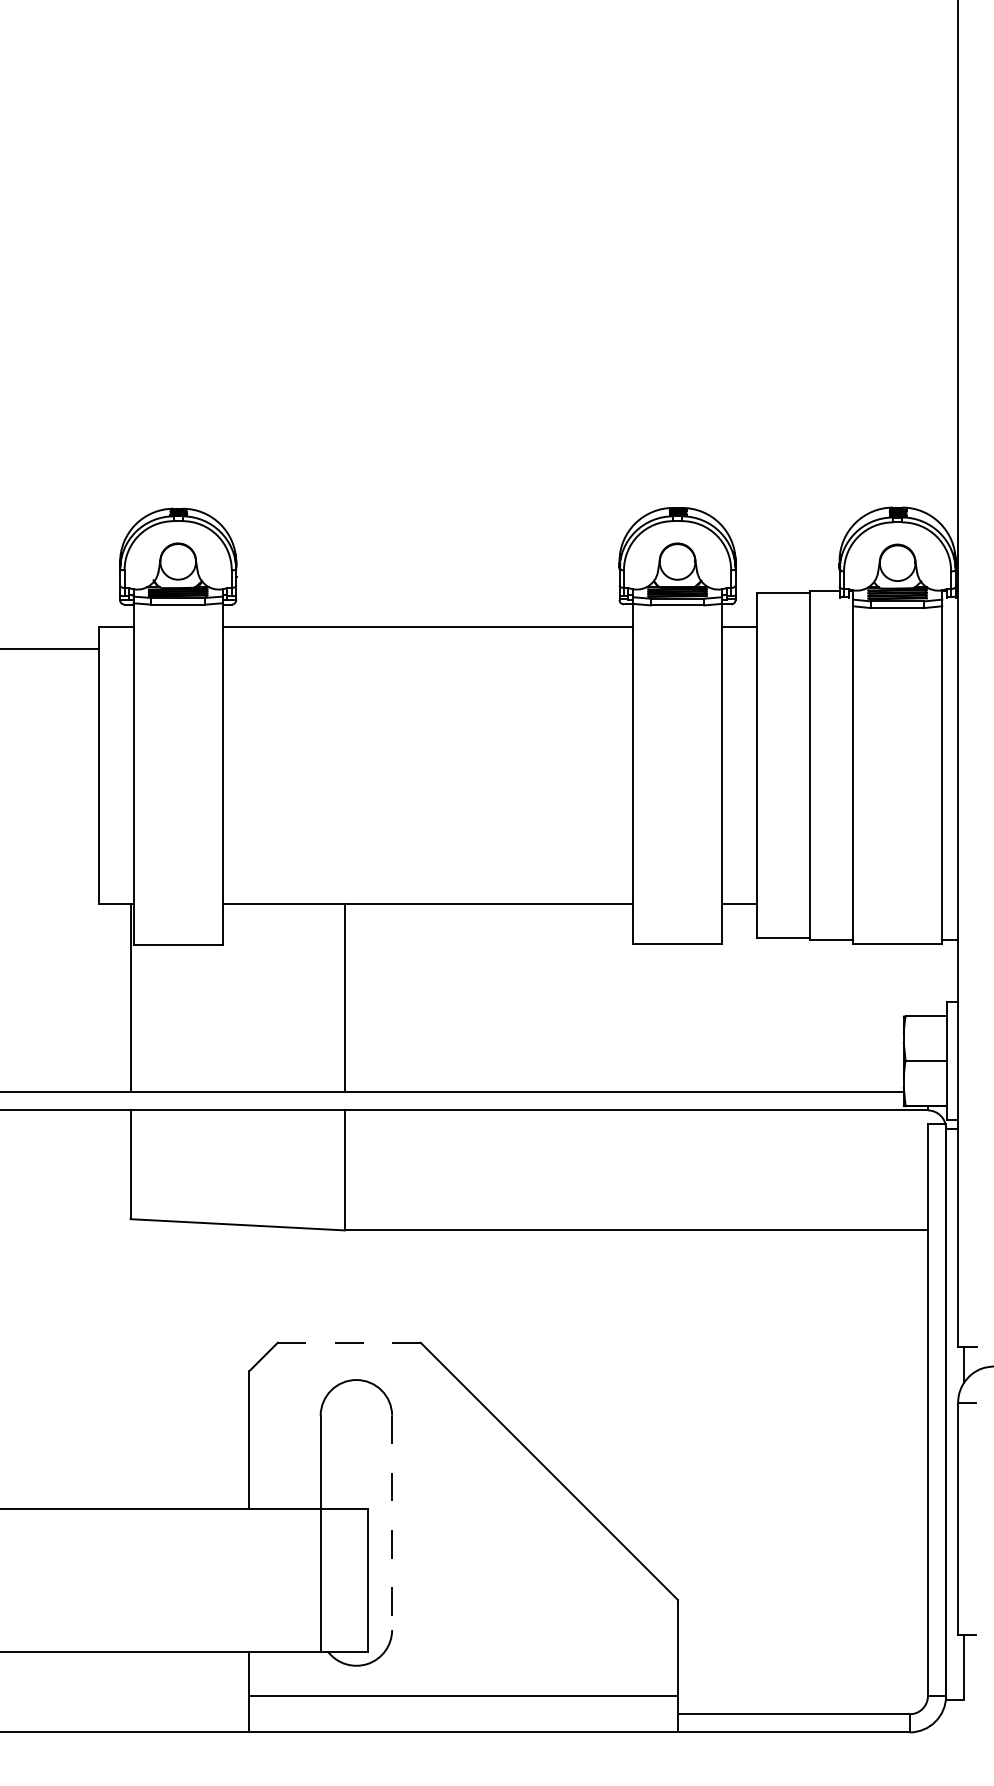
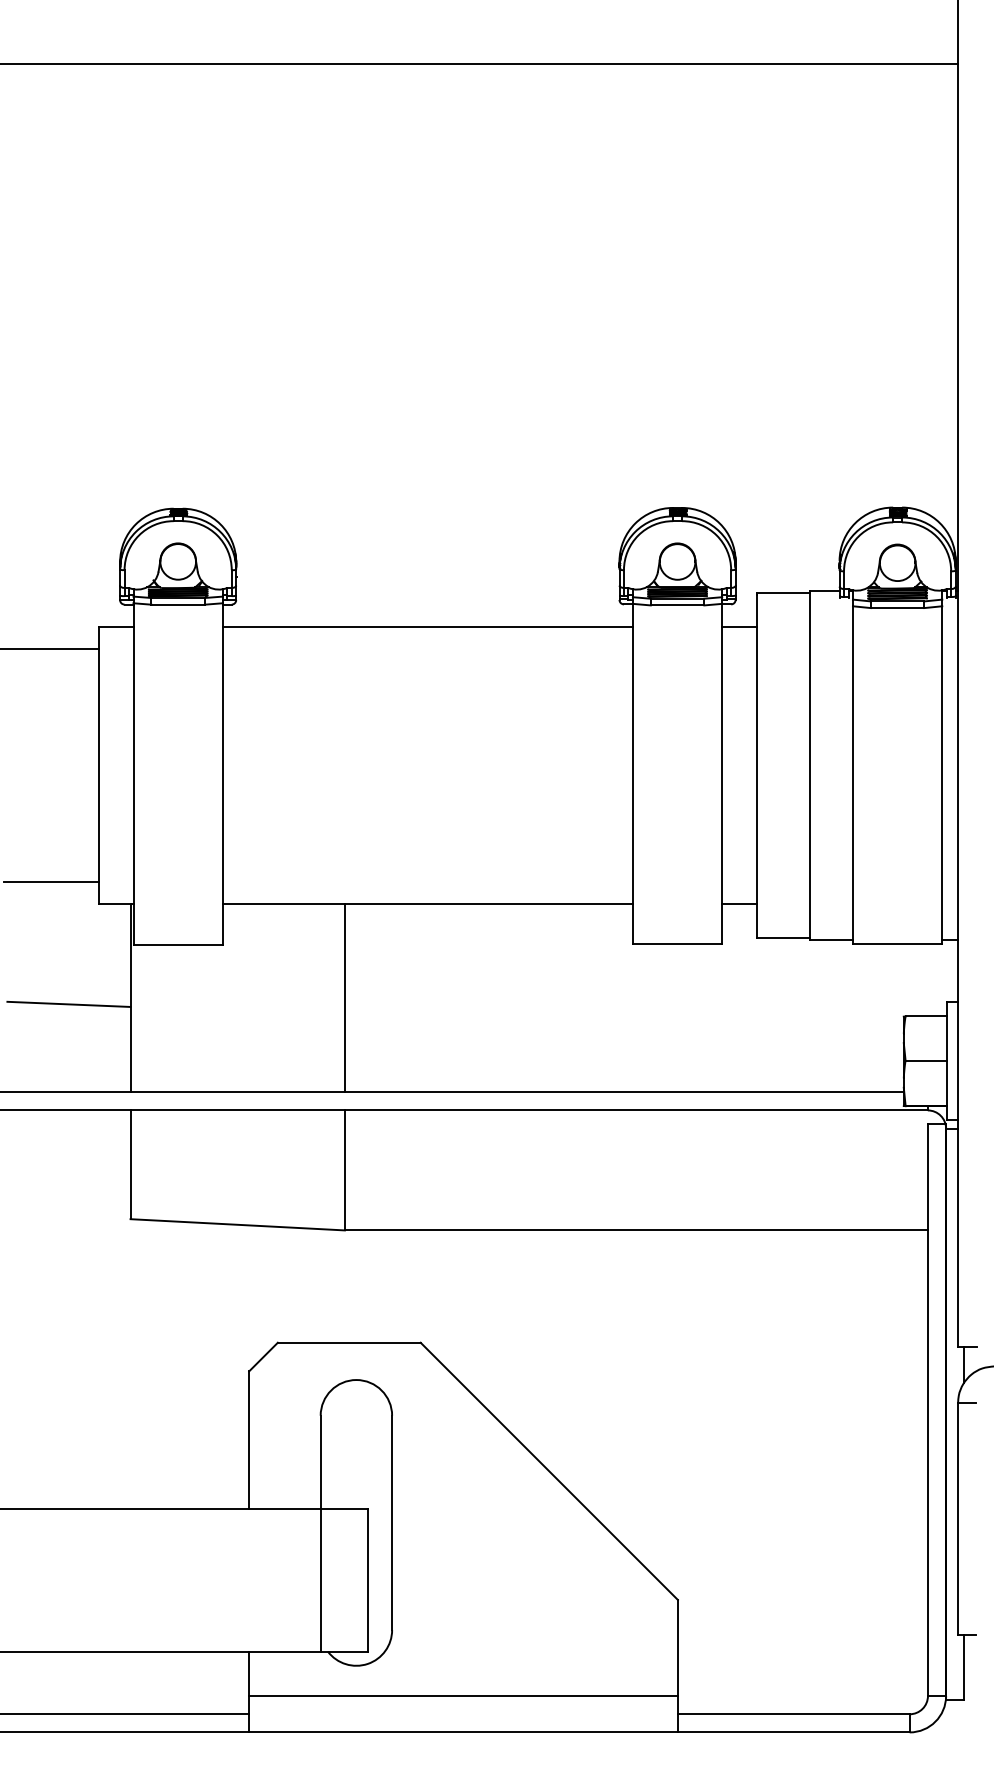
line at (480, 63): none -> present
line at (51, 882): none -> present
line at (68, 1003): none -> present
line at (348, 1342): dashed -> solid
line at (392, 1523): dashed -> solid
line at (125, 1714): none -> present
